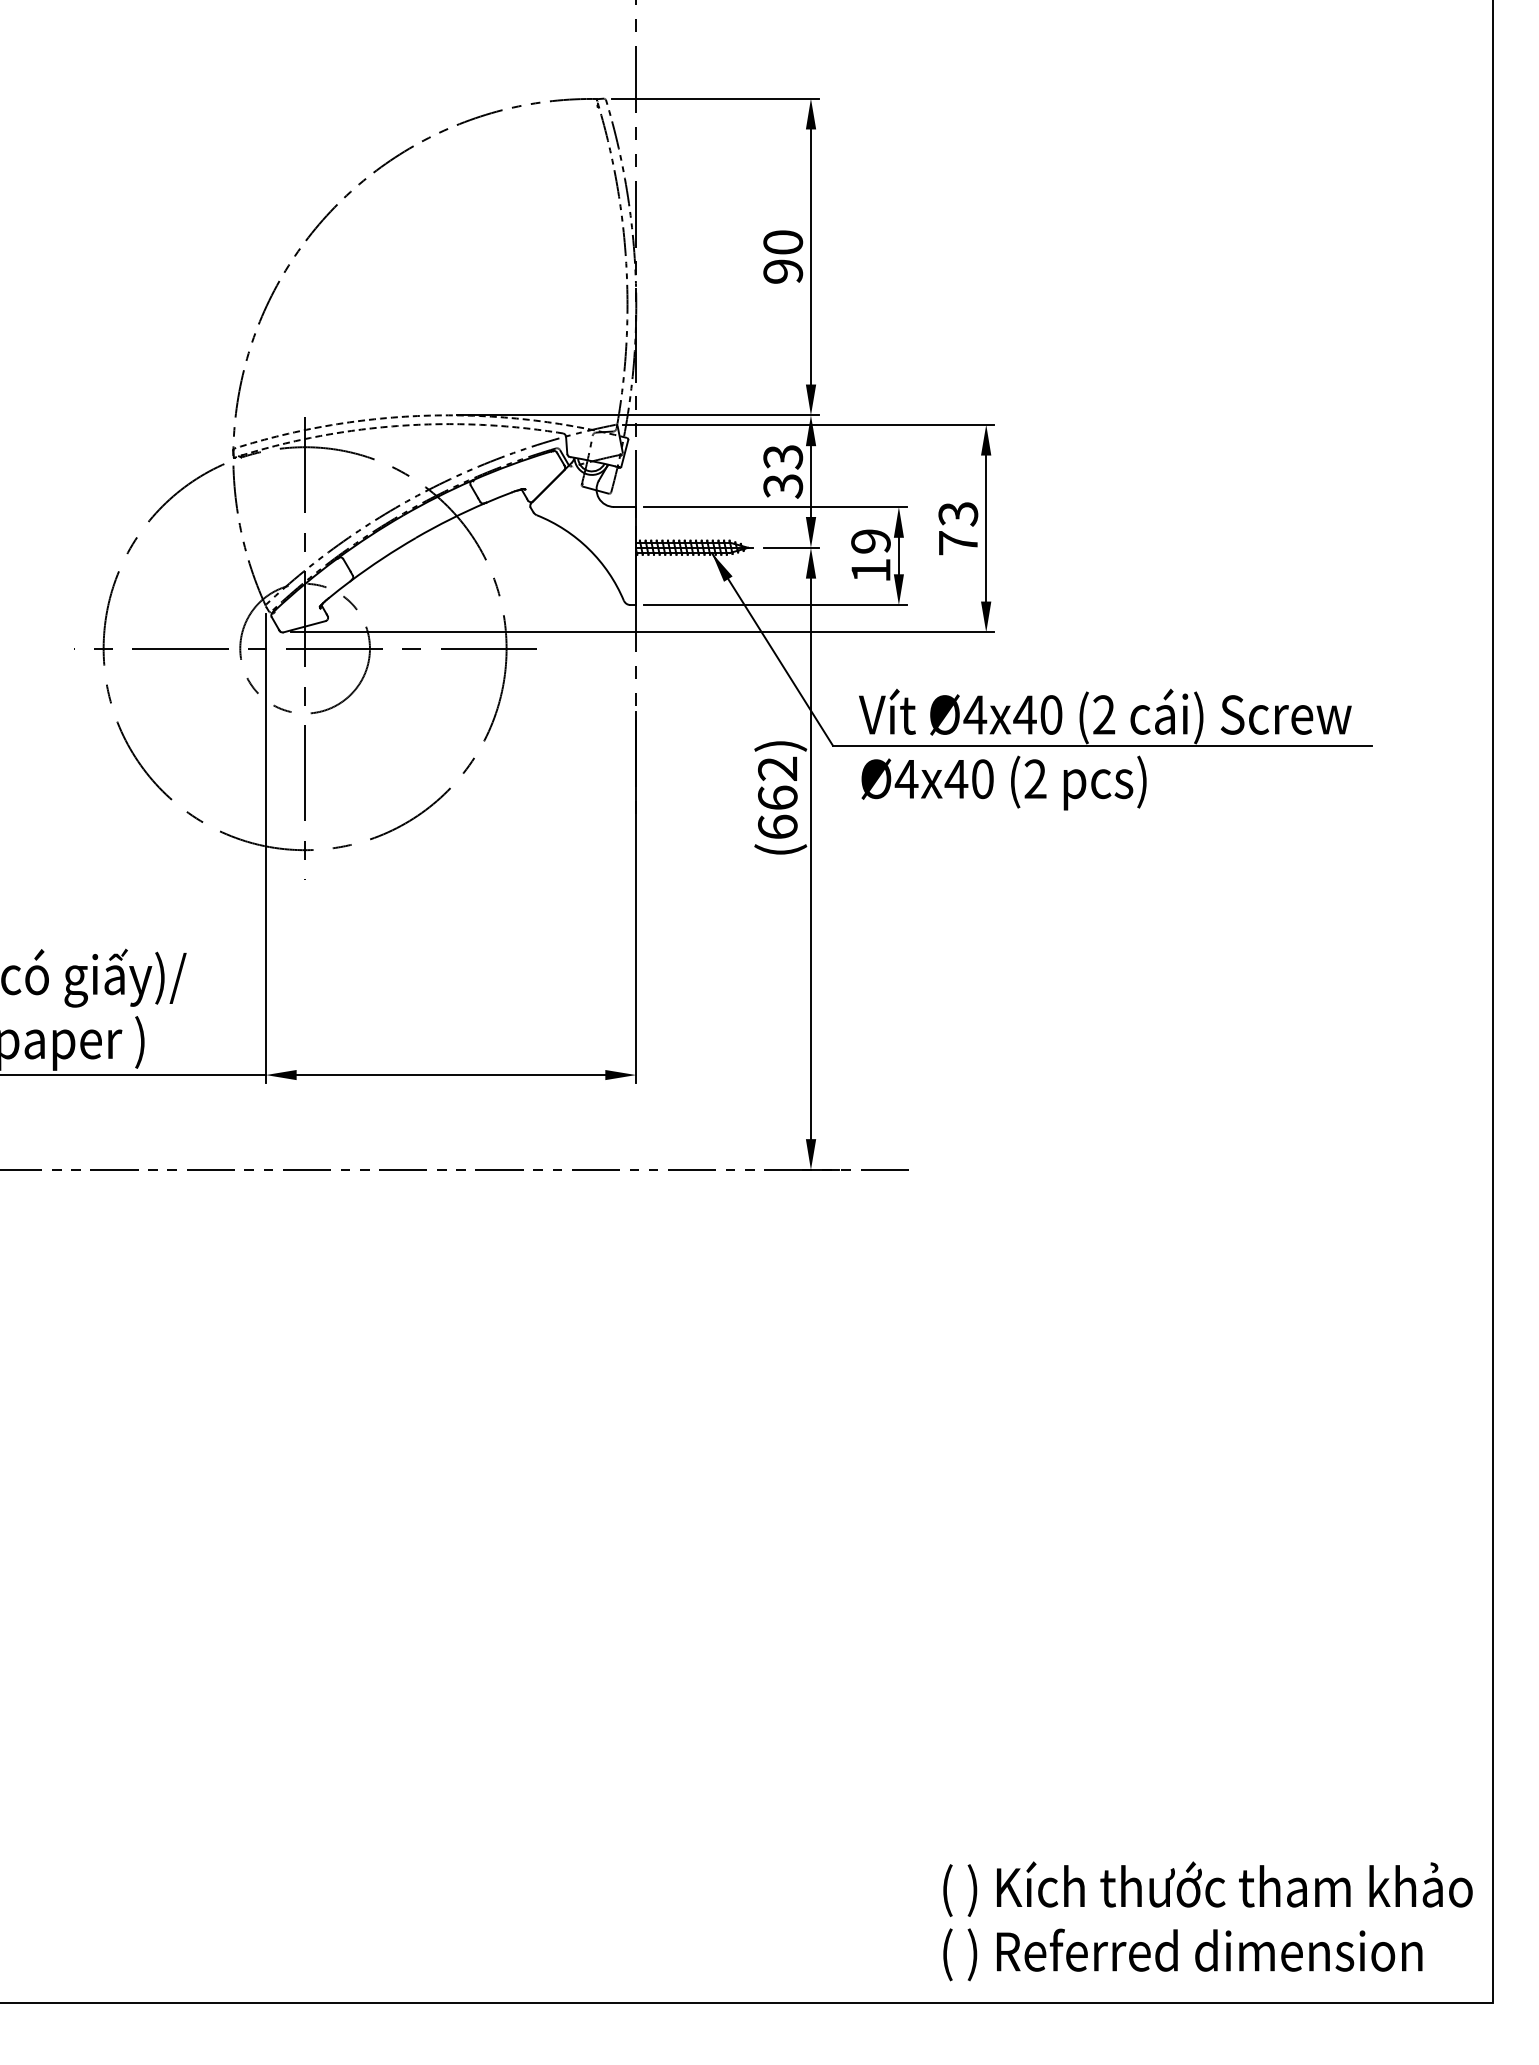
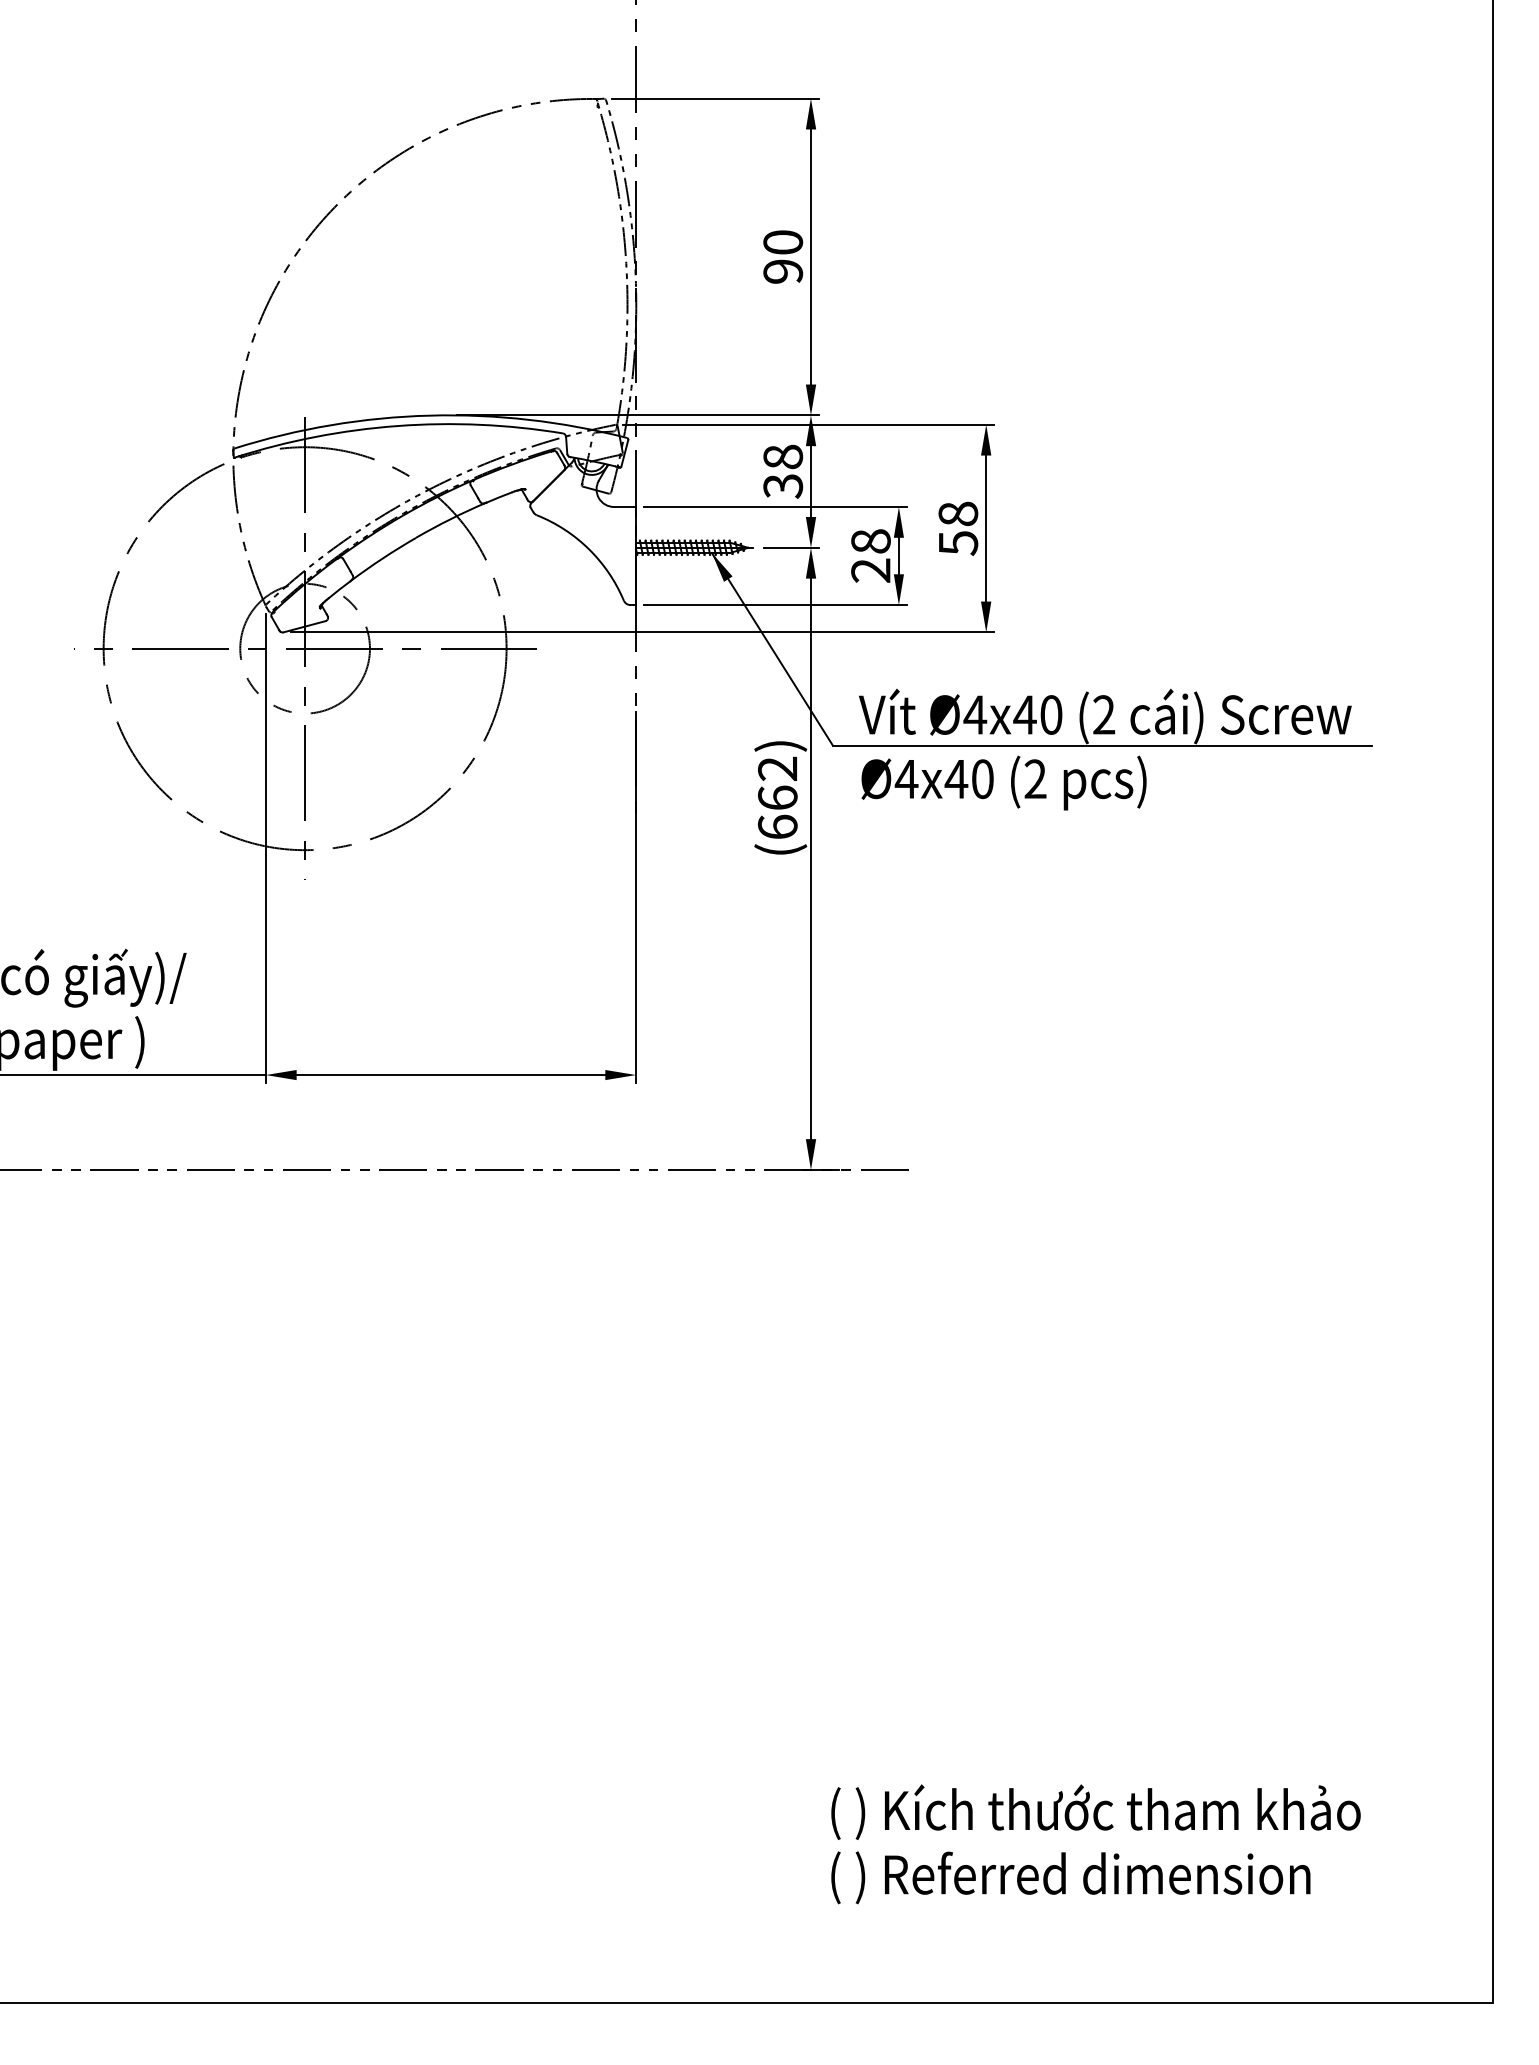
arc at (429, 415): dashed -> solid
arc at (397, 426): dashed -> solid
text at (783, 456): 33 -> 38
text at (958, 528): 73 -> 58
text at (870, 555): 19 -> 28
text at (1207, 1921) position: (1207, 1921) -> (1095, 1844)
